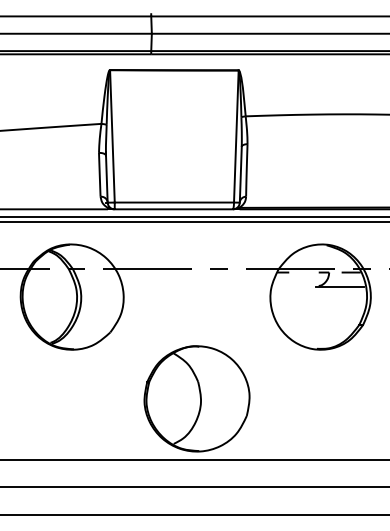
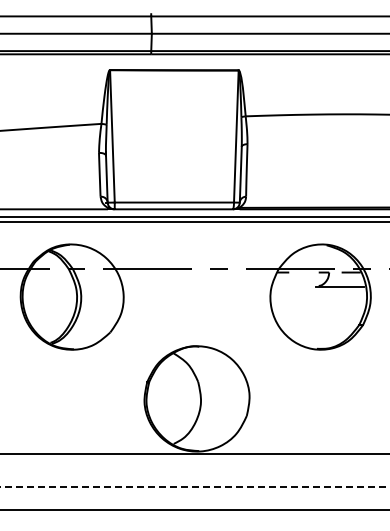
line at (194, 459) position: (194, 459) -> (194, 453)
line at (194, 486): solid -> dashed
line at (194, 514) position: (194, 514) -> (194, 509)
